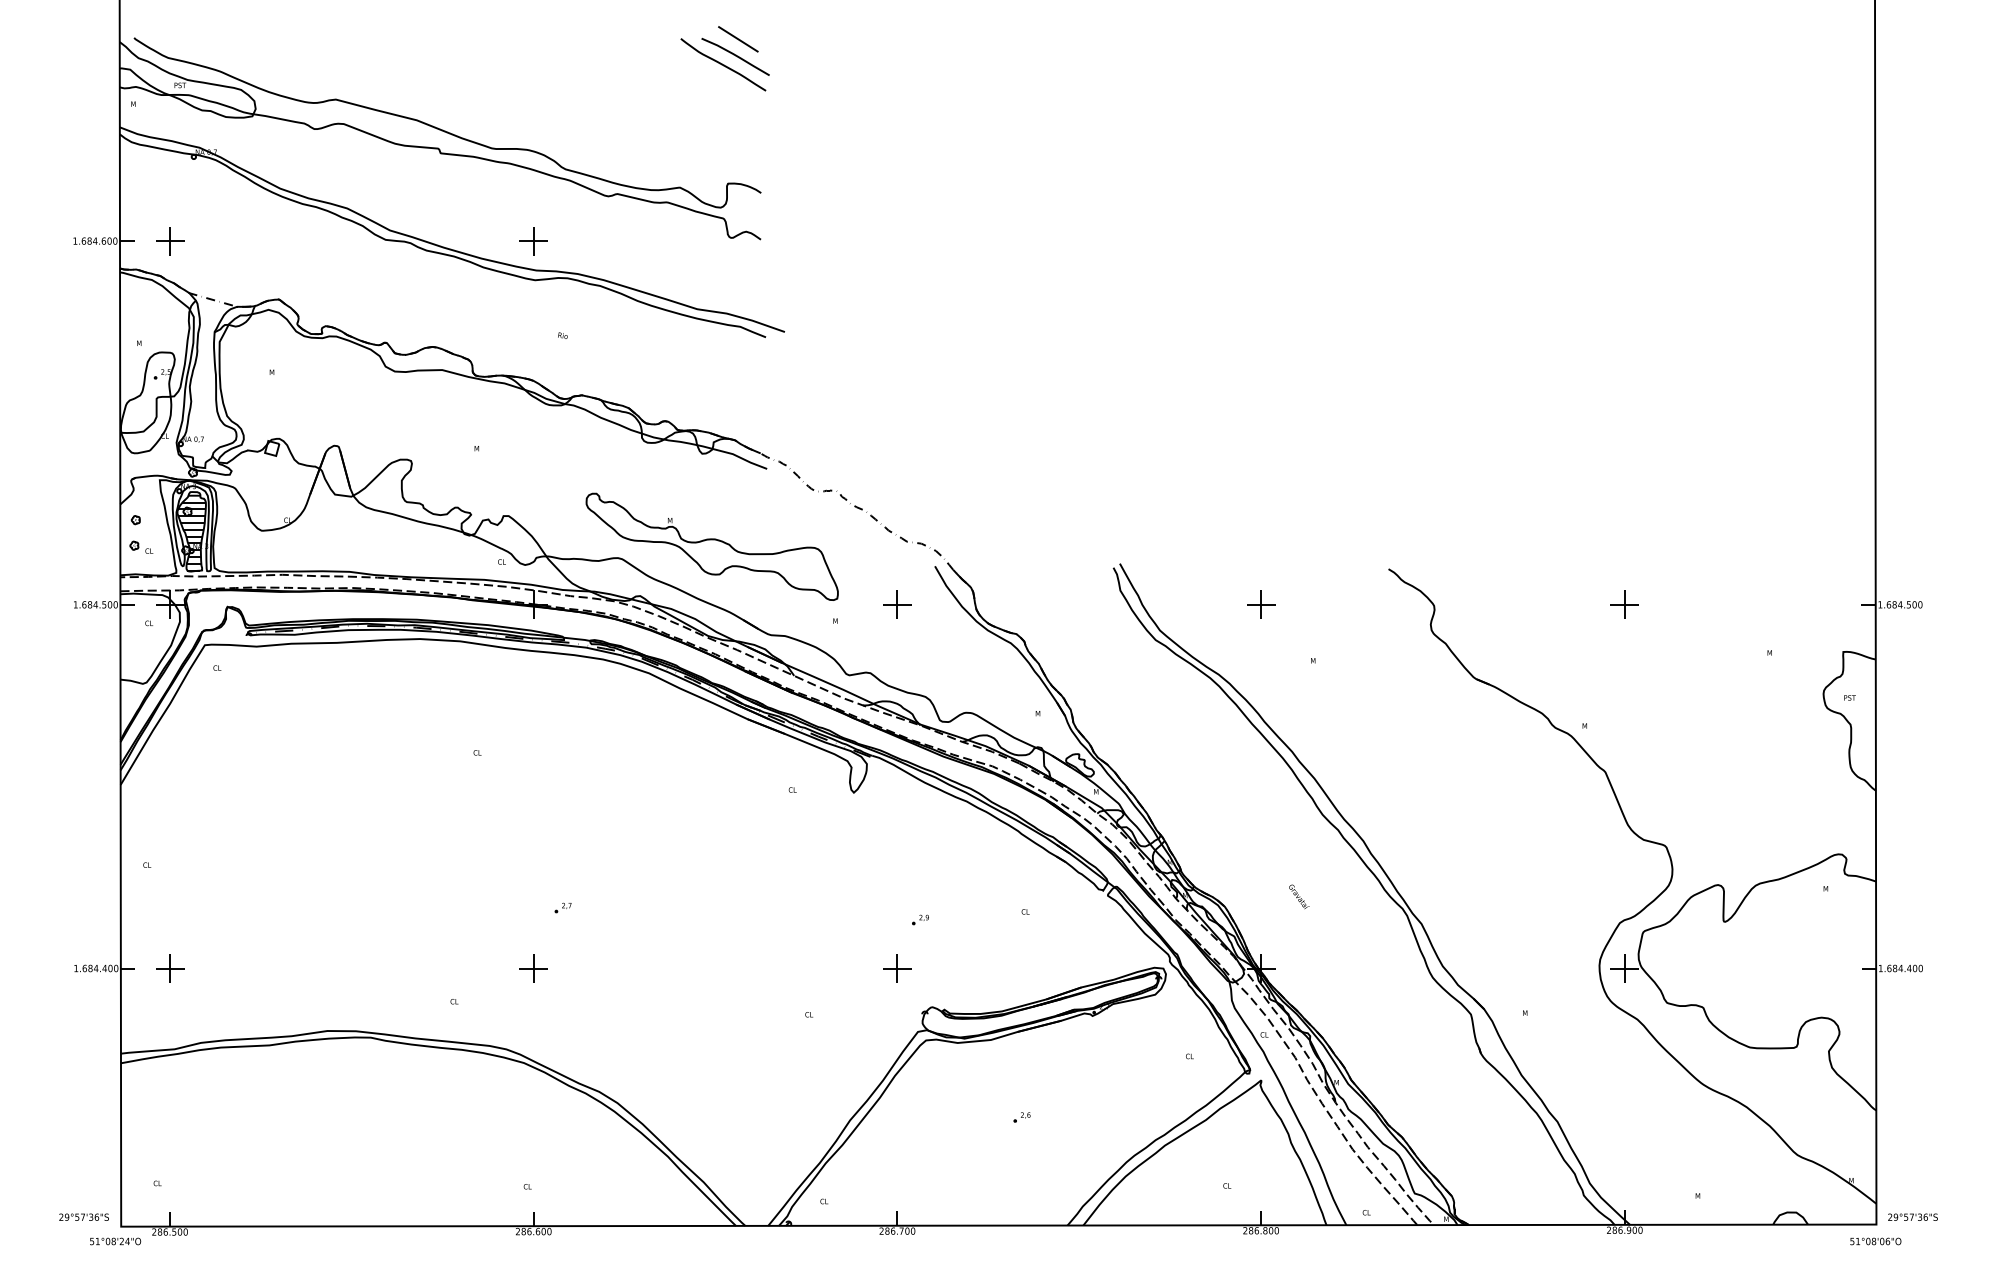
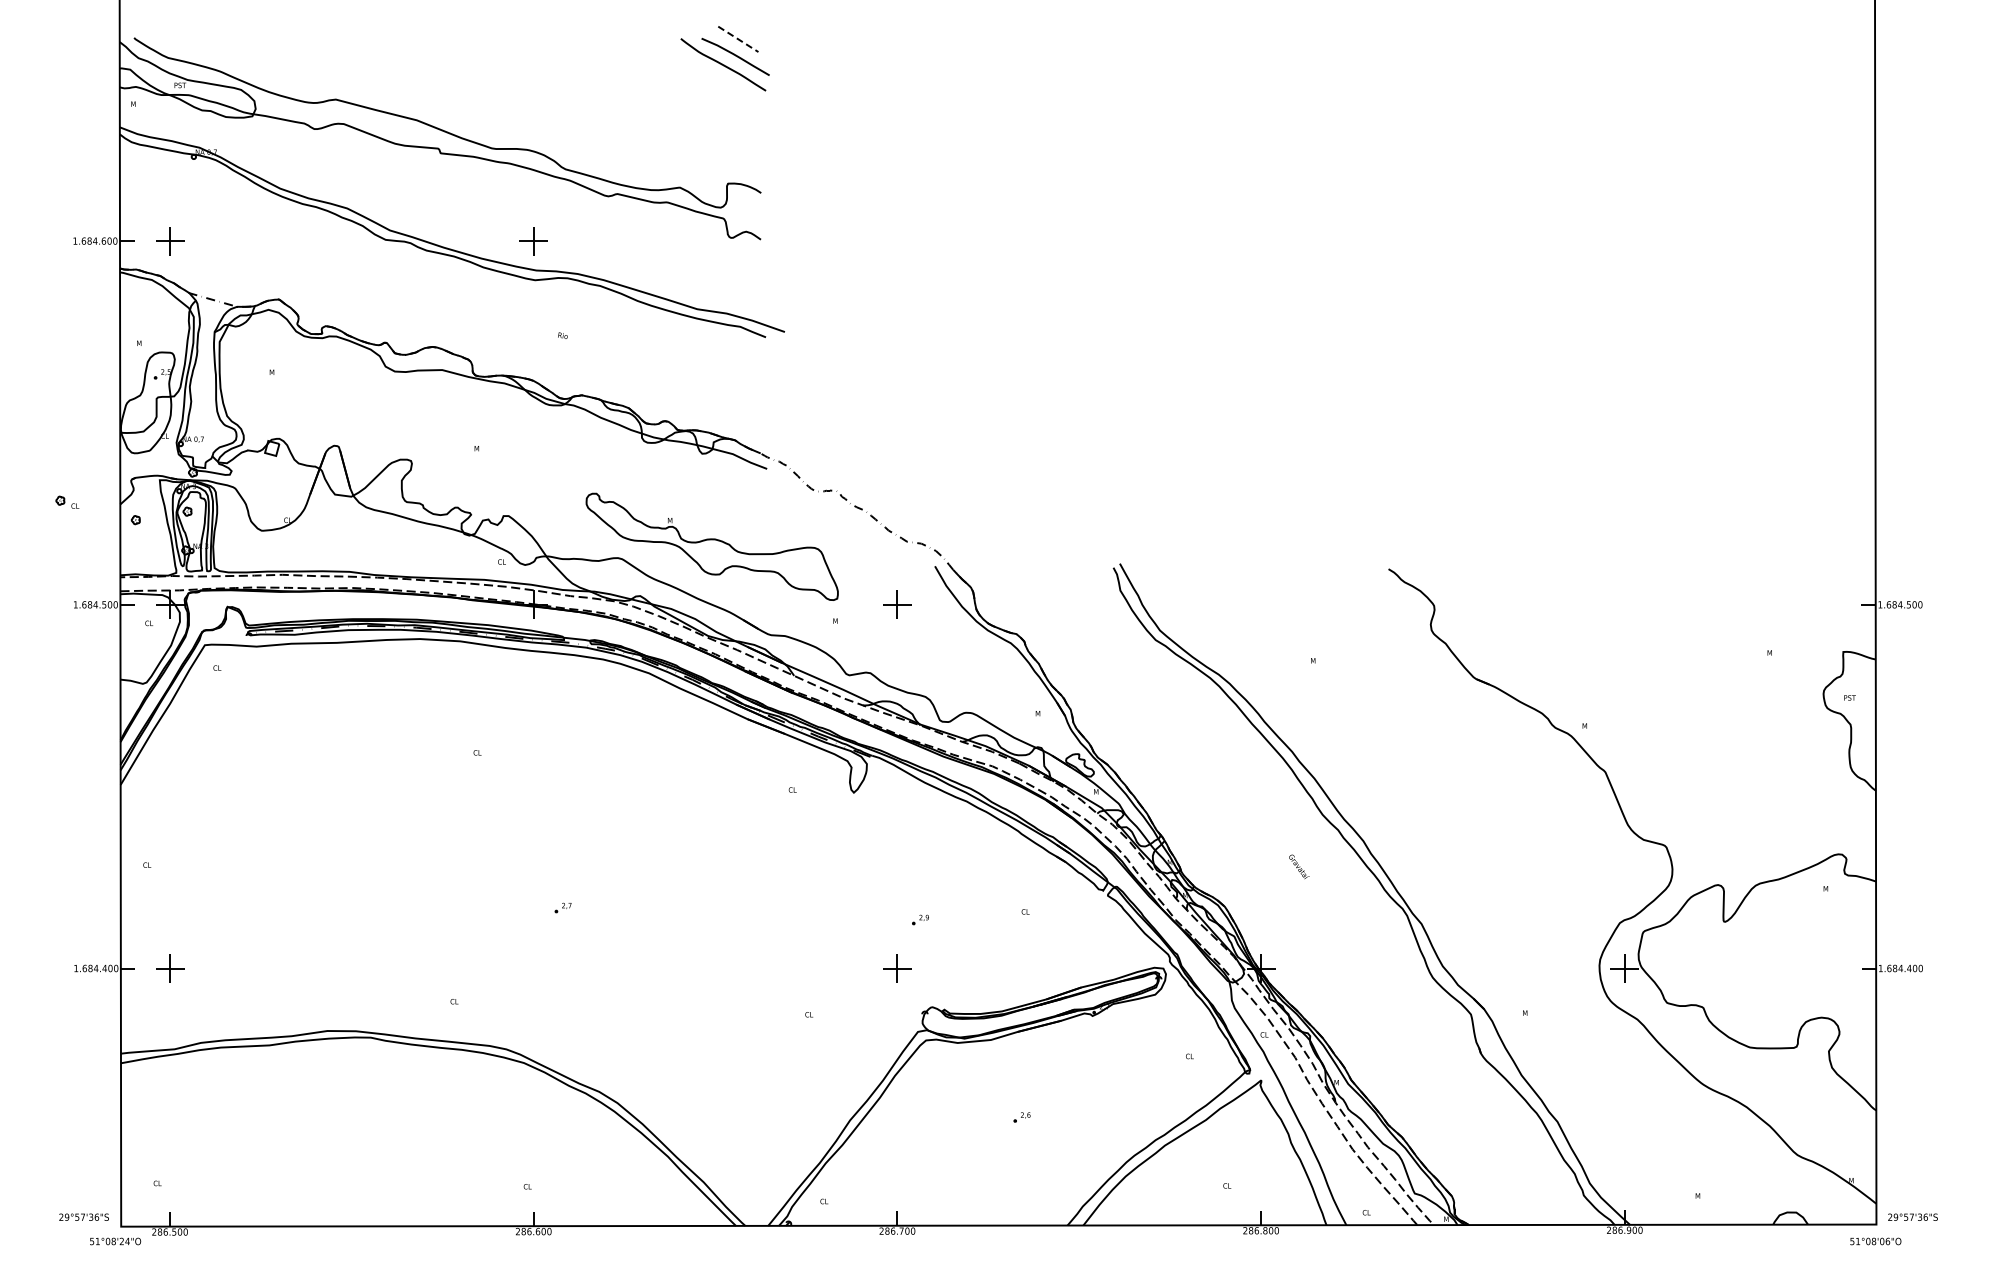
line at (738, 39): solid -> dashed
hatch at (191, 532): present -> none
part at (141, 546) position: (141, 546) -> (67, 501)
part at (1261, 604): present -> none
part at (1624, 604): present -> none
text at (1299, 896) position: (1299, 896) -> (1299, 866)
part at (533, 968): present -> none
